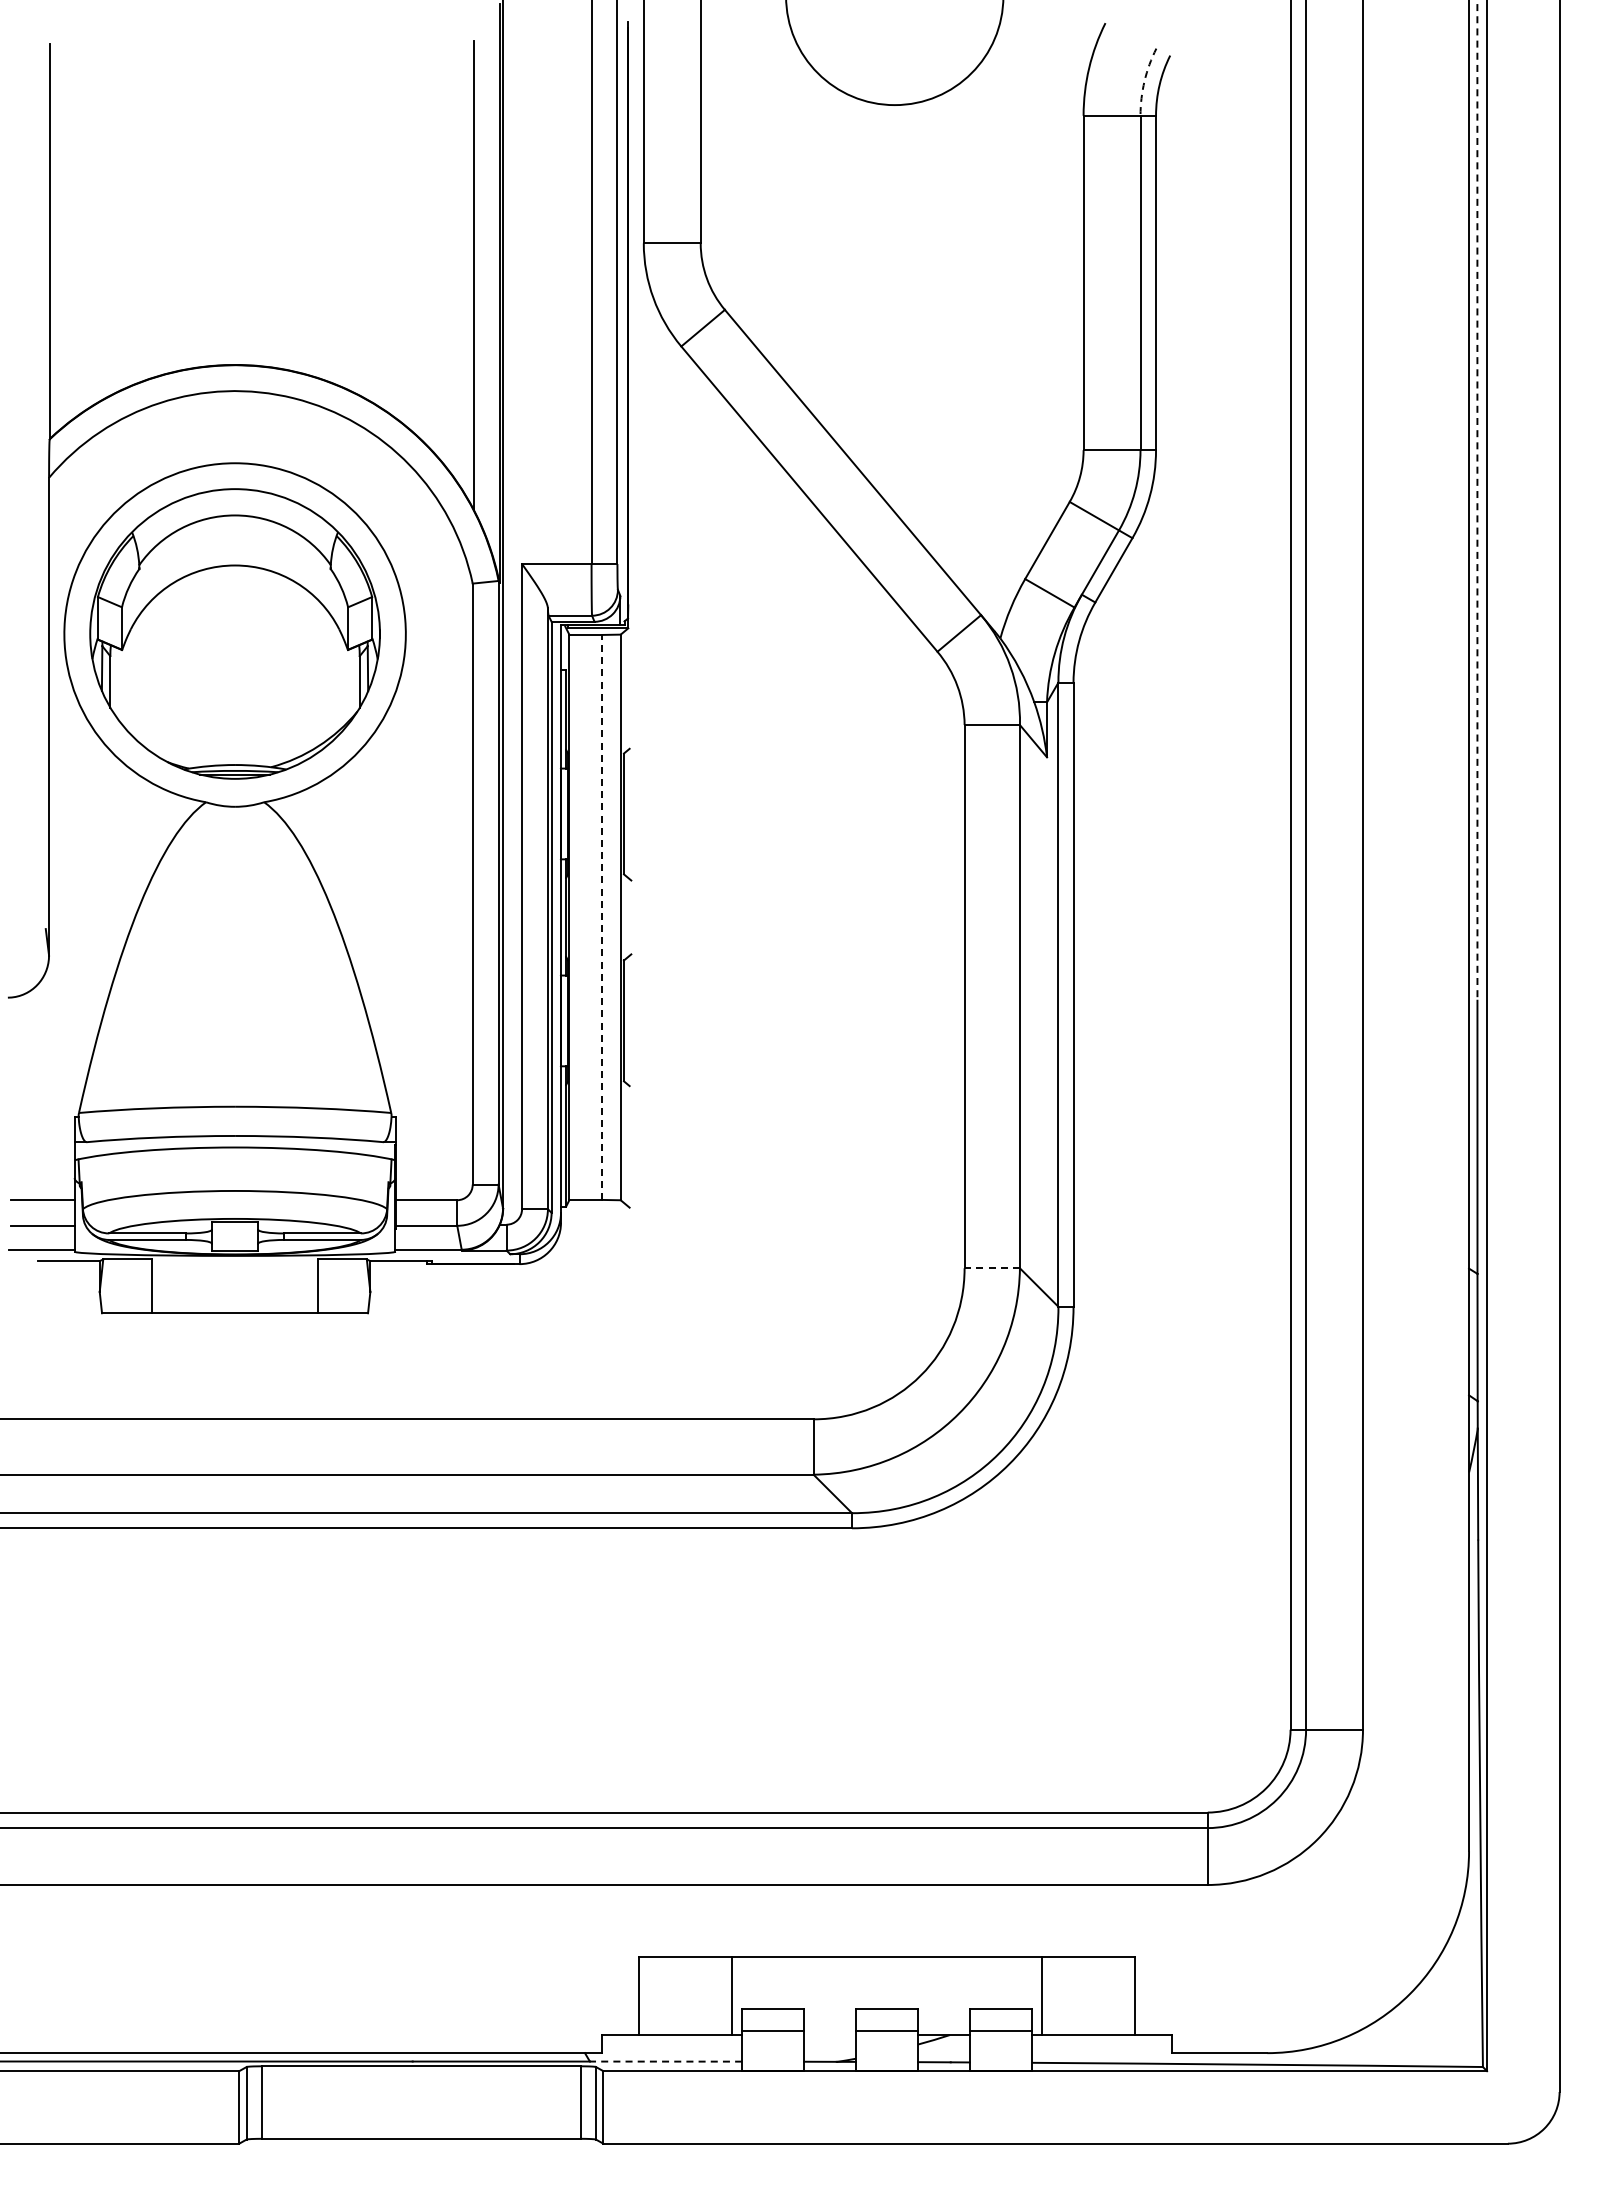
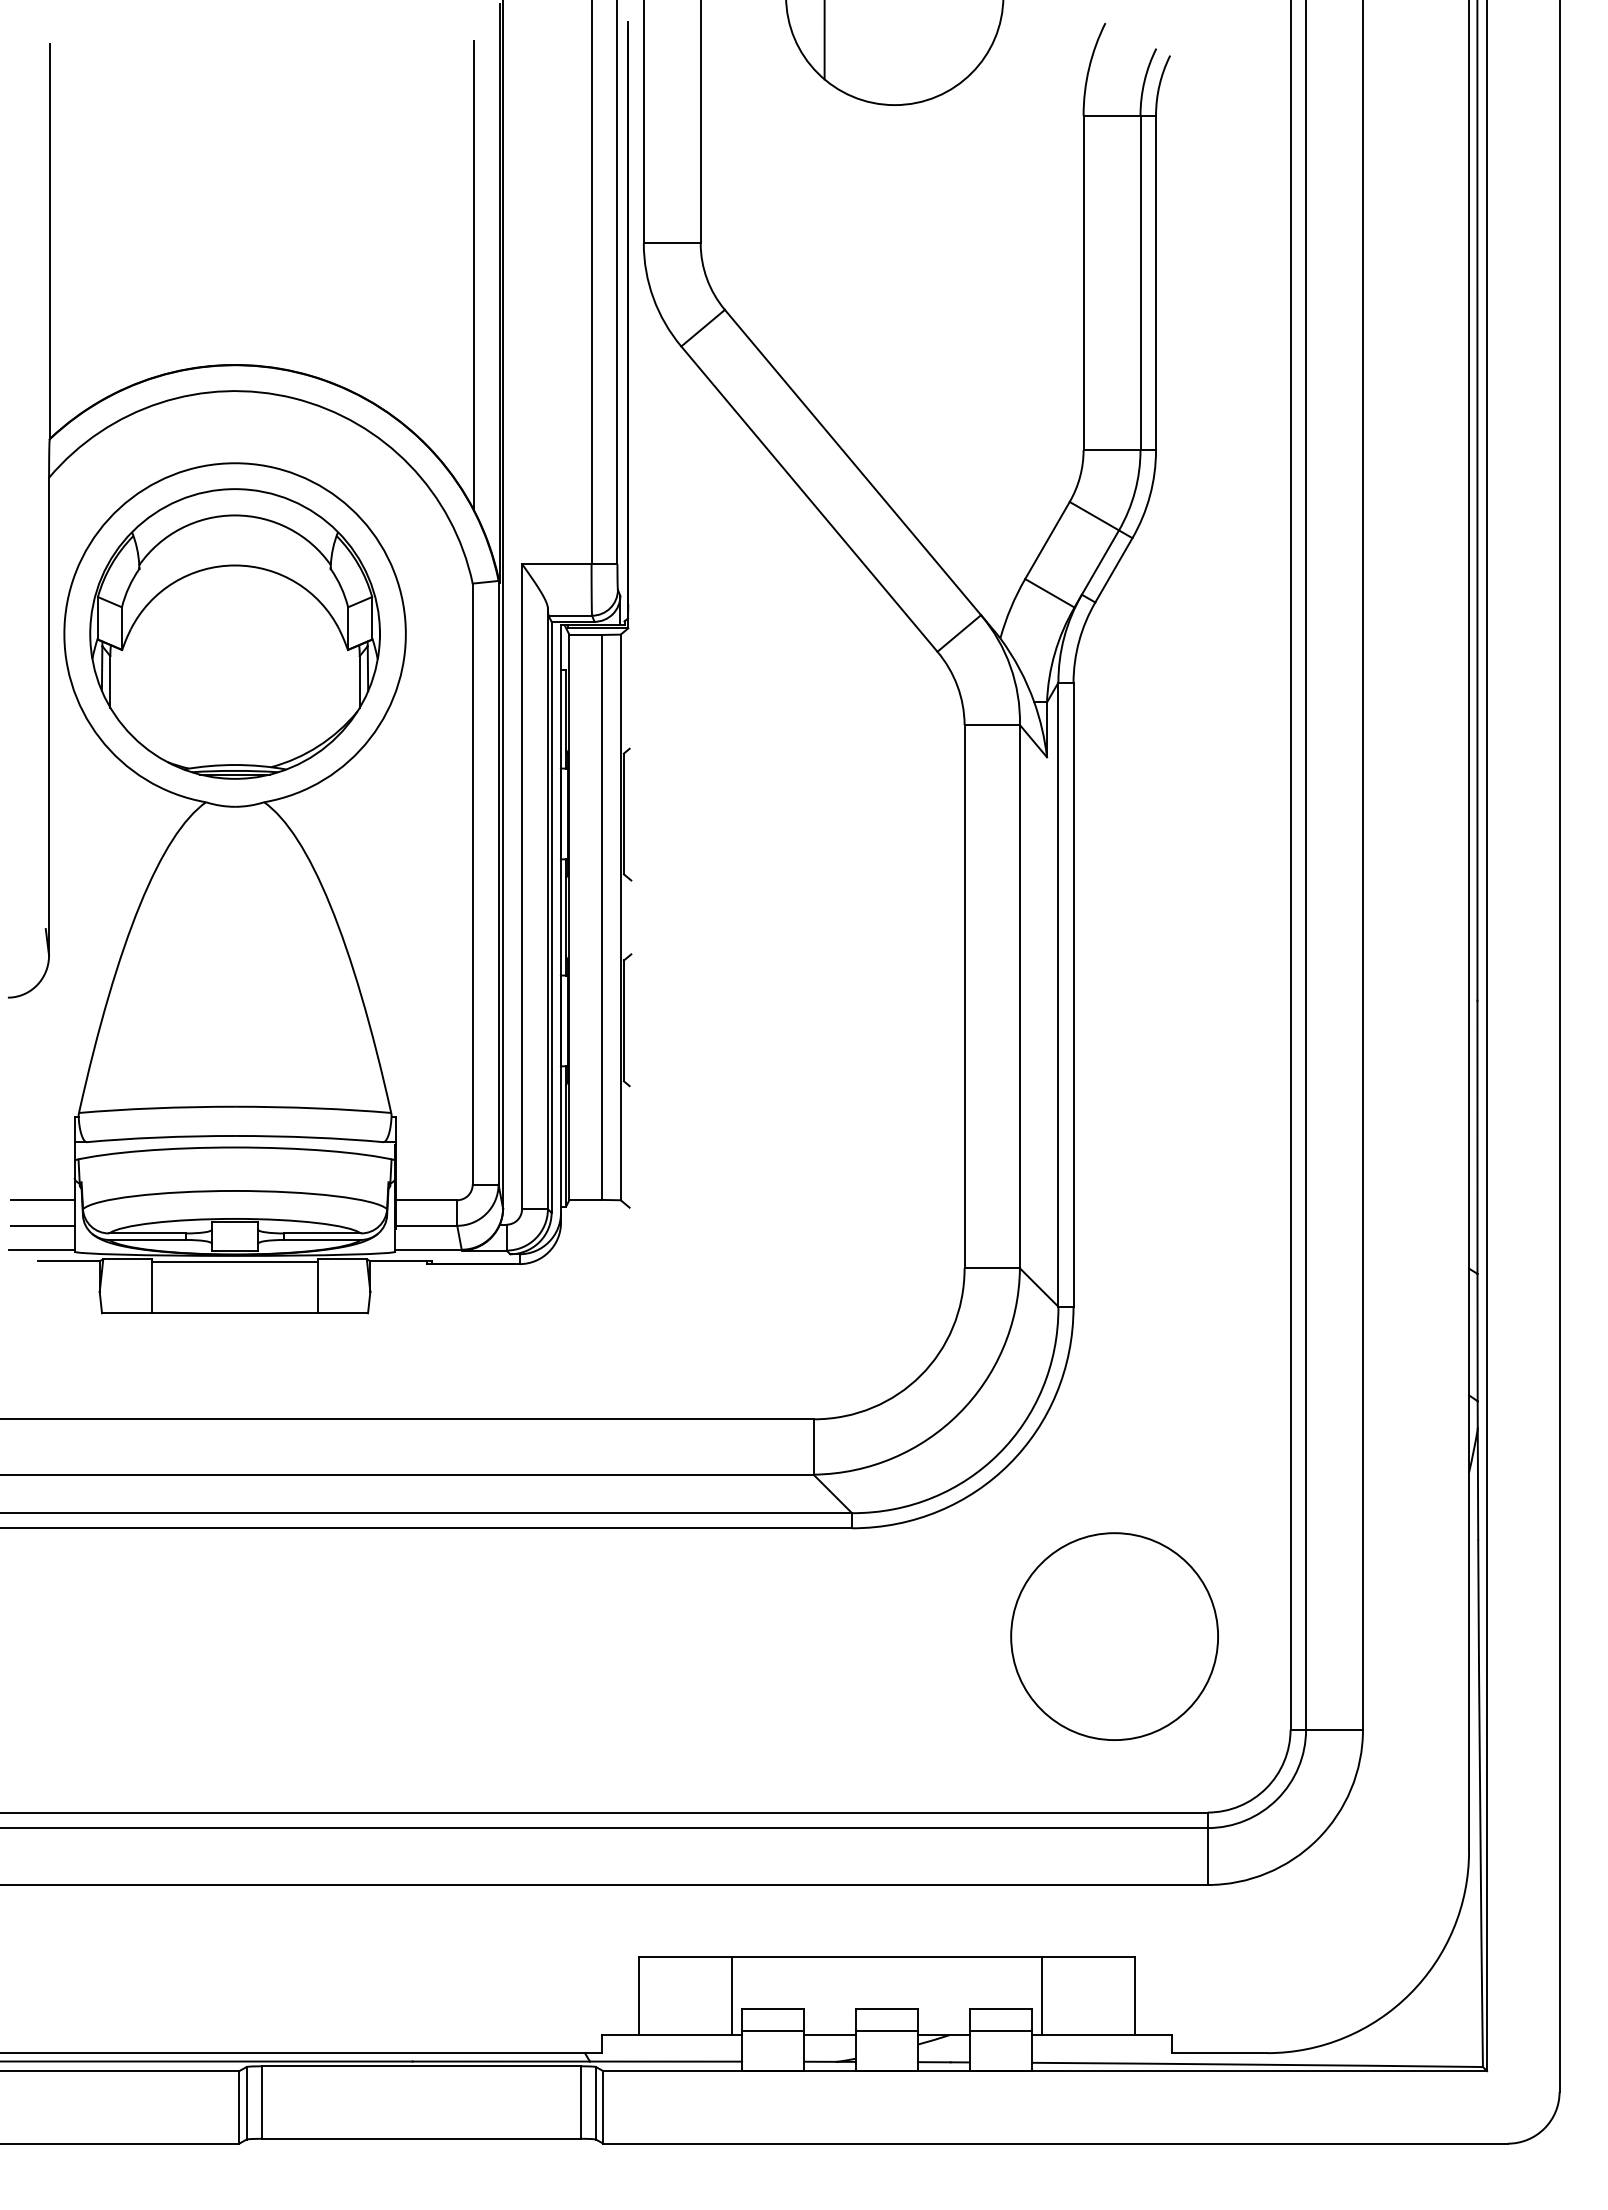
line at (824, 40): none -> present
arc at (1144, 81): dashed -> solid
line at (1477, 500): dashed -> solid
line at (602, 916): dashed -> solid
line at (234, 1262): none -> present
line at (992, 1268): dashed -> solid
circle at (1114, 1636): none -> present
line at (829, 2035): none -> present
line at (665, 2061): dashed -> solid
